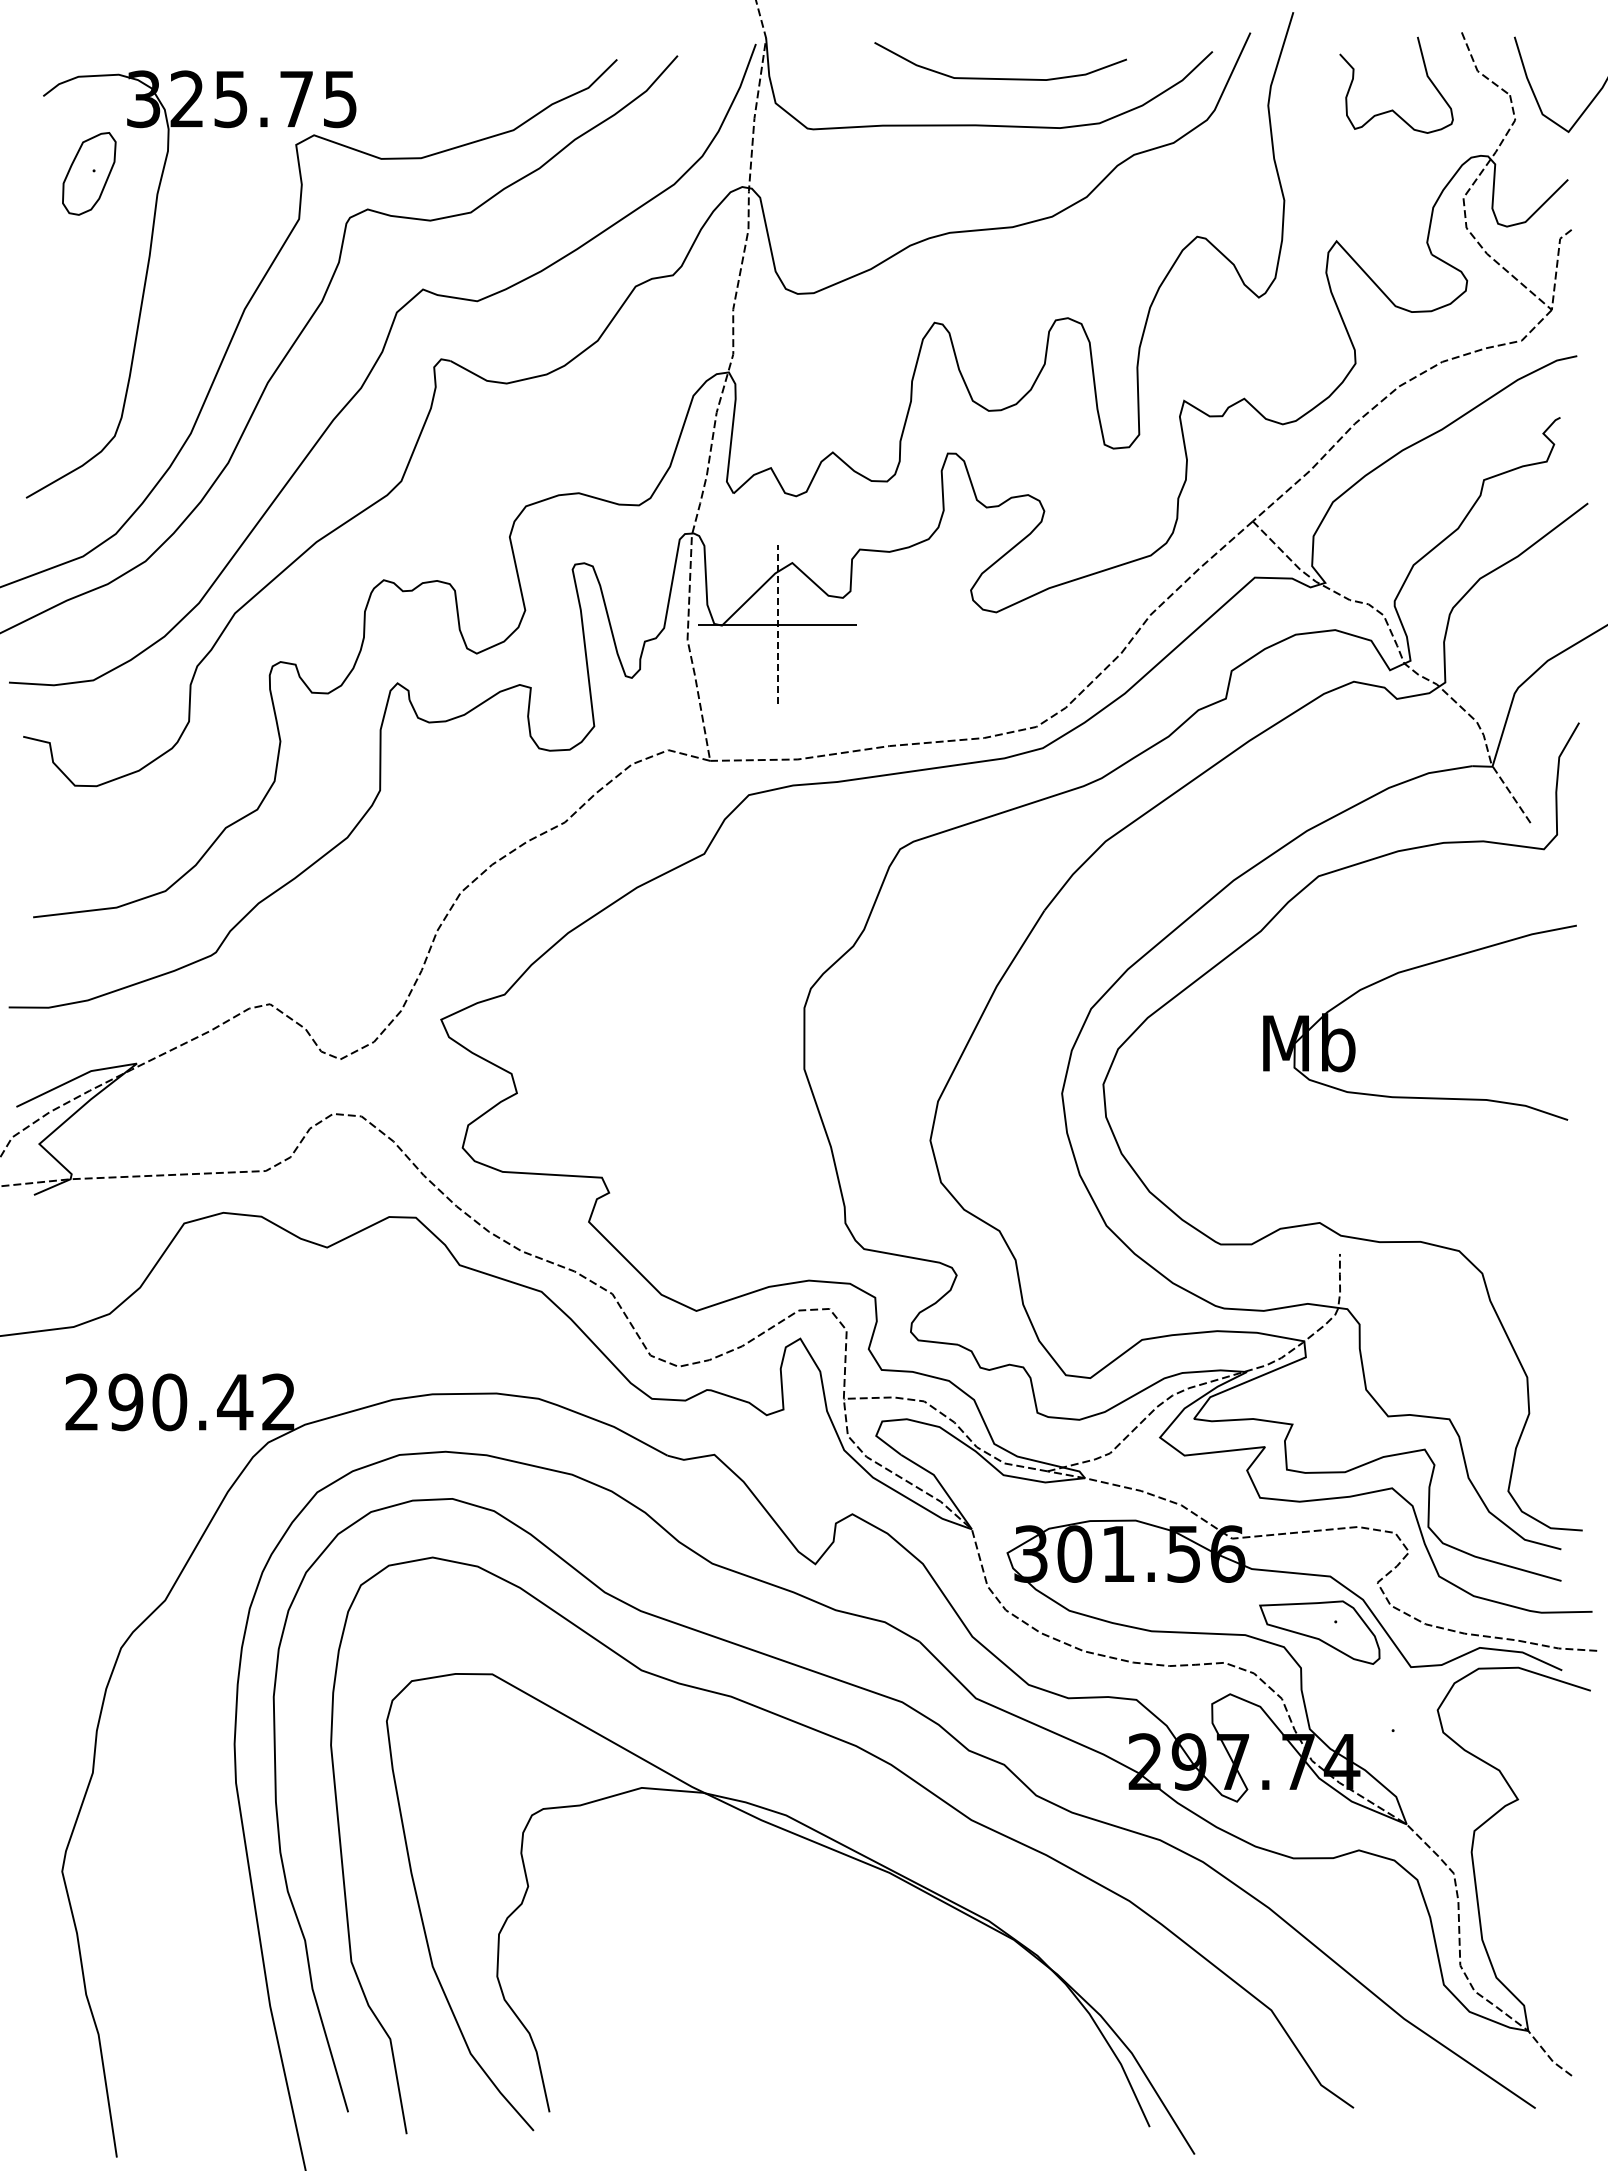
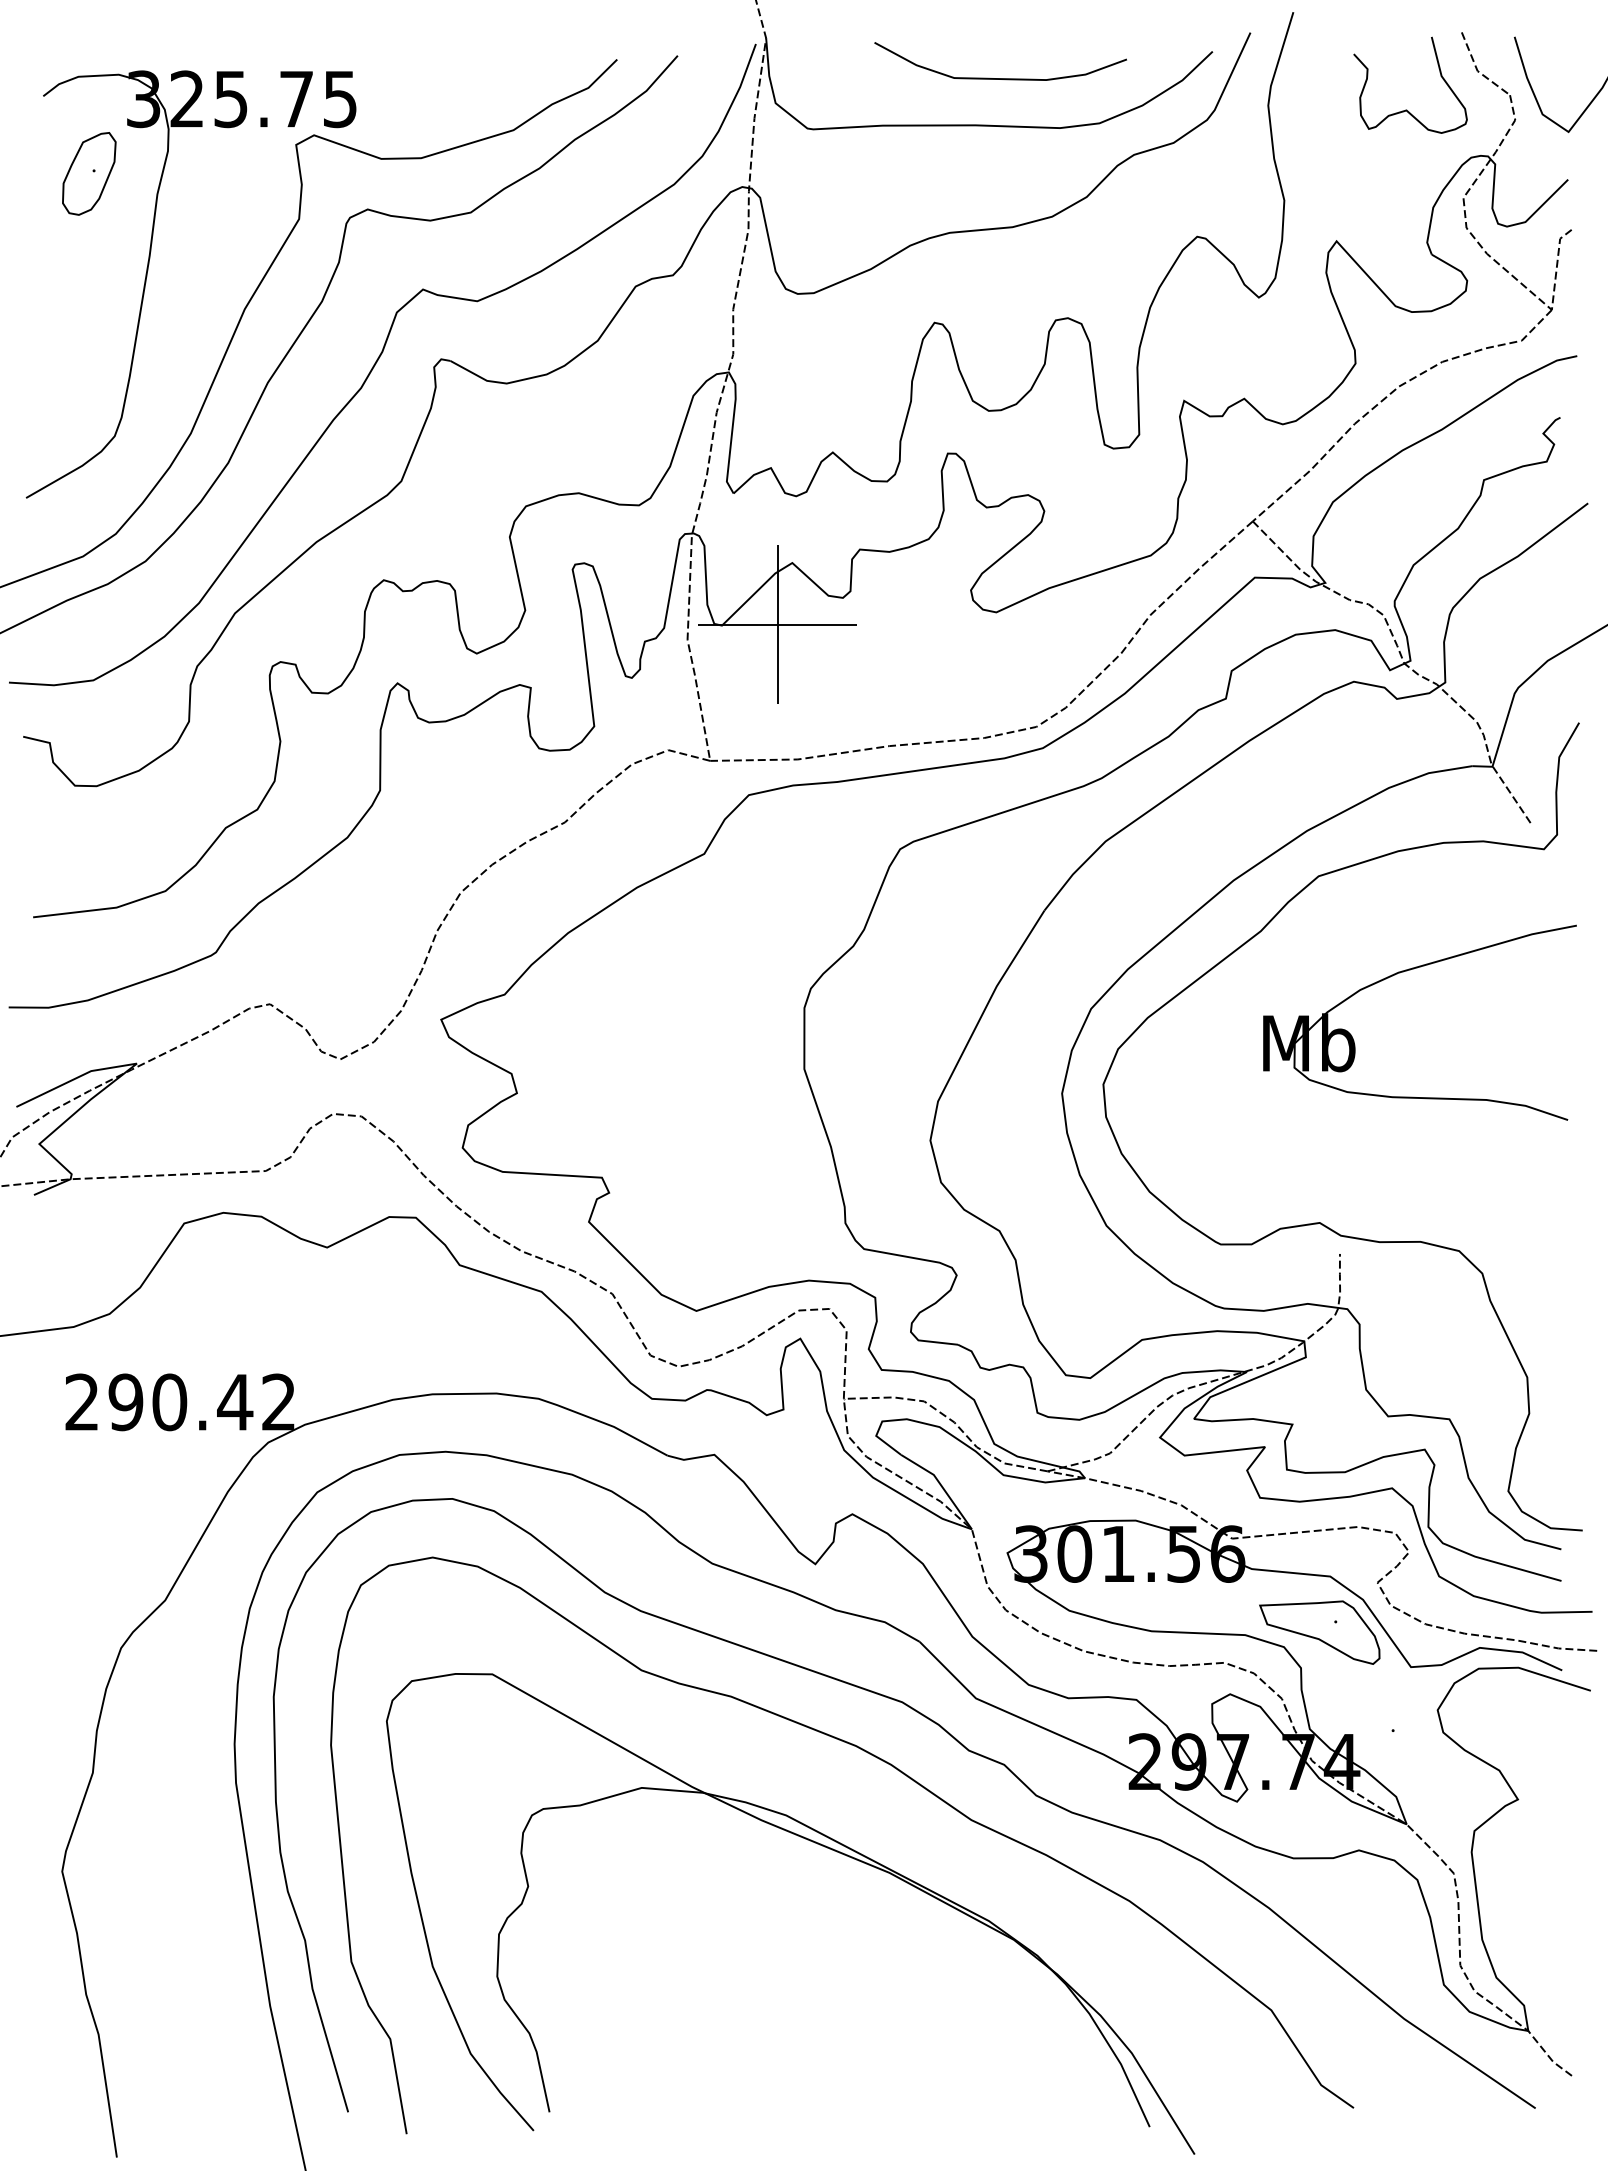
curve at (1392, 109) position: (1392, 109) -> (1406, 109)
line at (777, 624): dashed -> solid
